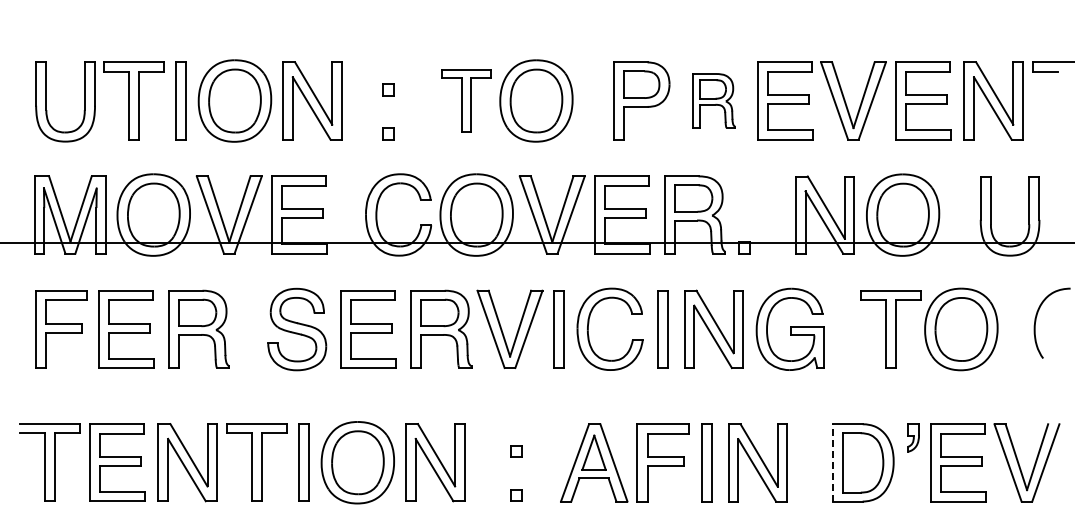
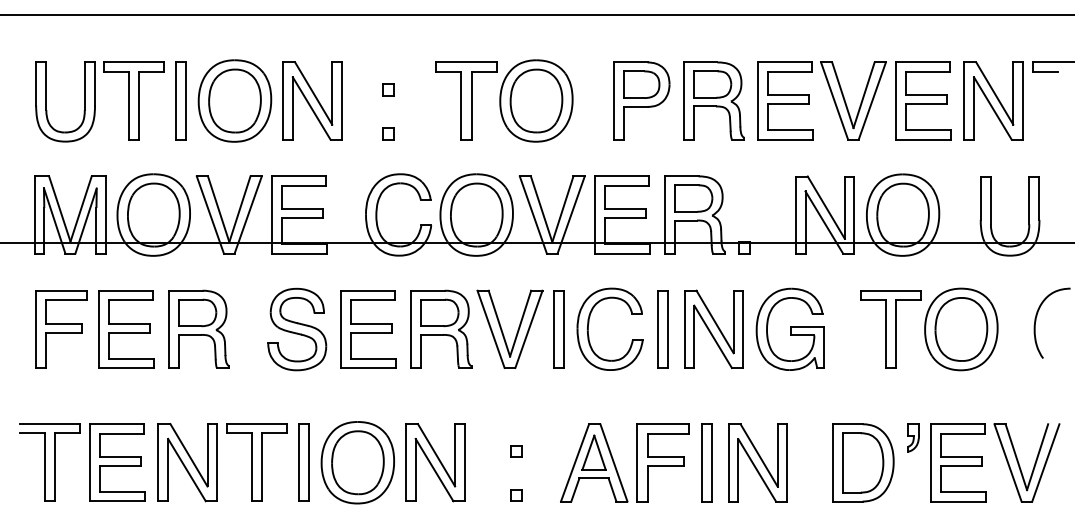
line at (536, 15): none -> present
part at (466, 100) size: 51x64 px -> 63x80 px
part at (713, 100) size: 44x56 px -> 62x80 px
line at (832, 462): dashed -> solid
